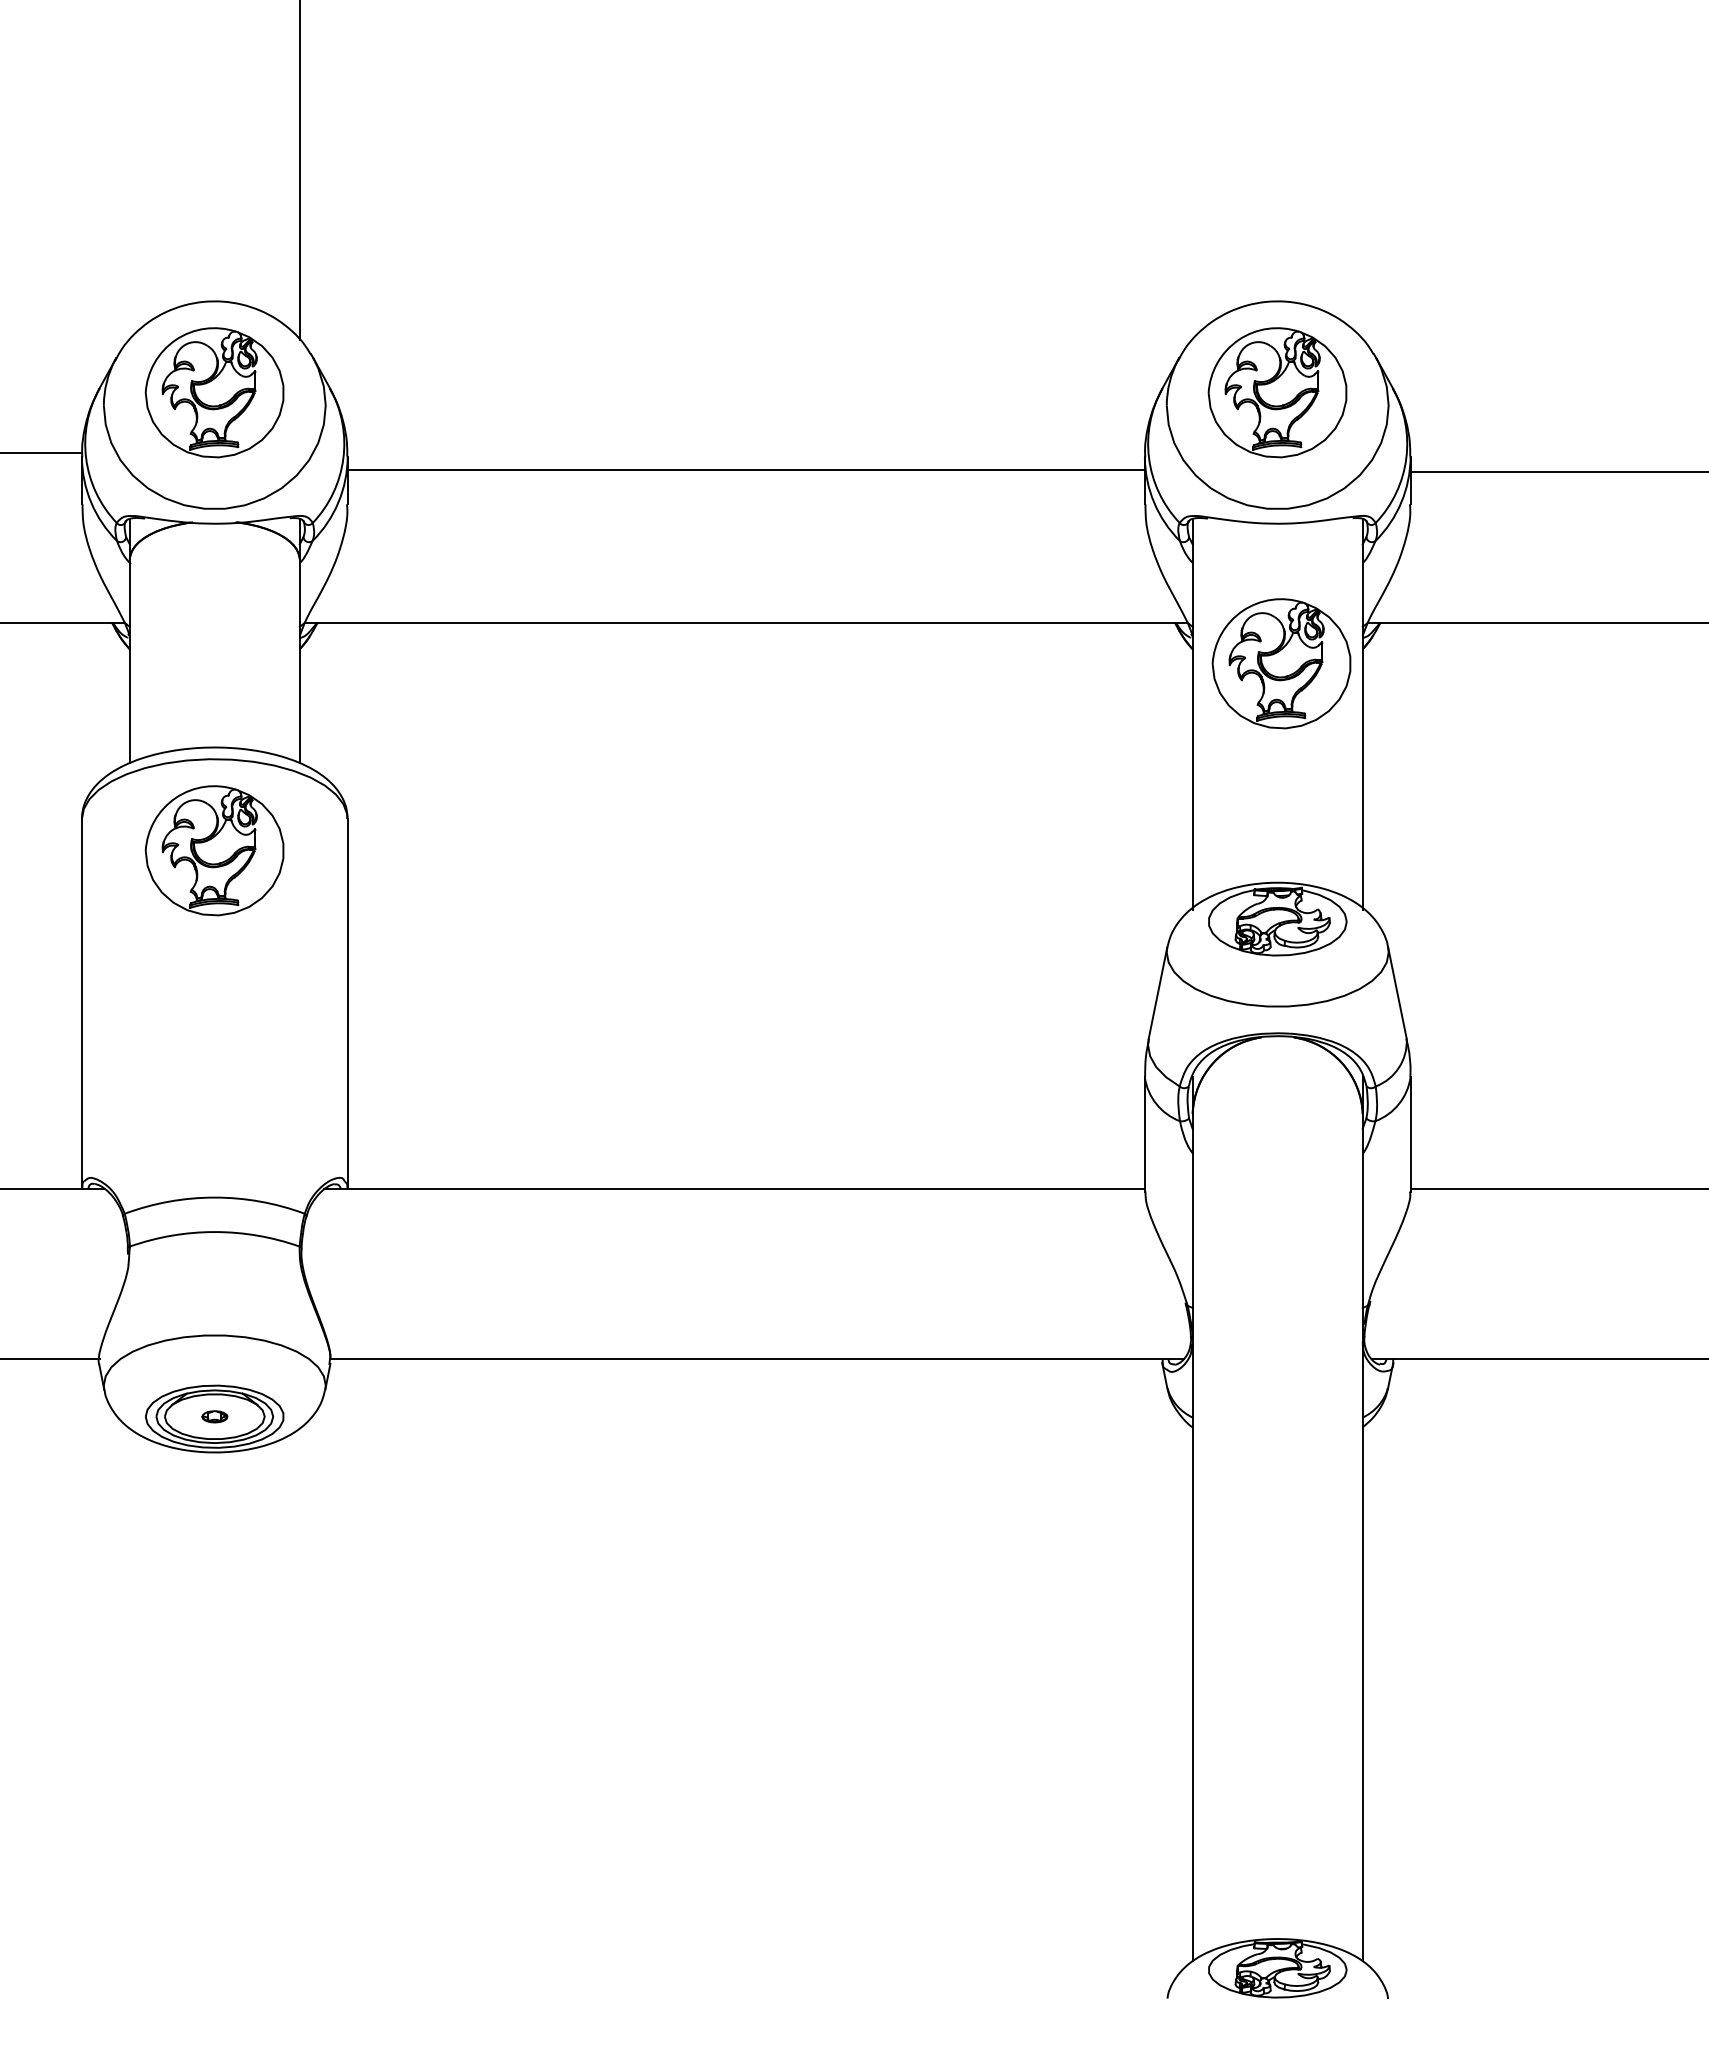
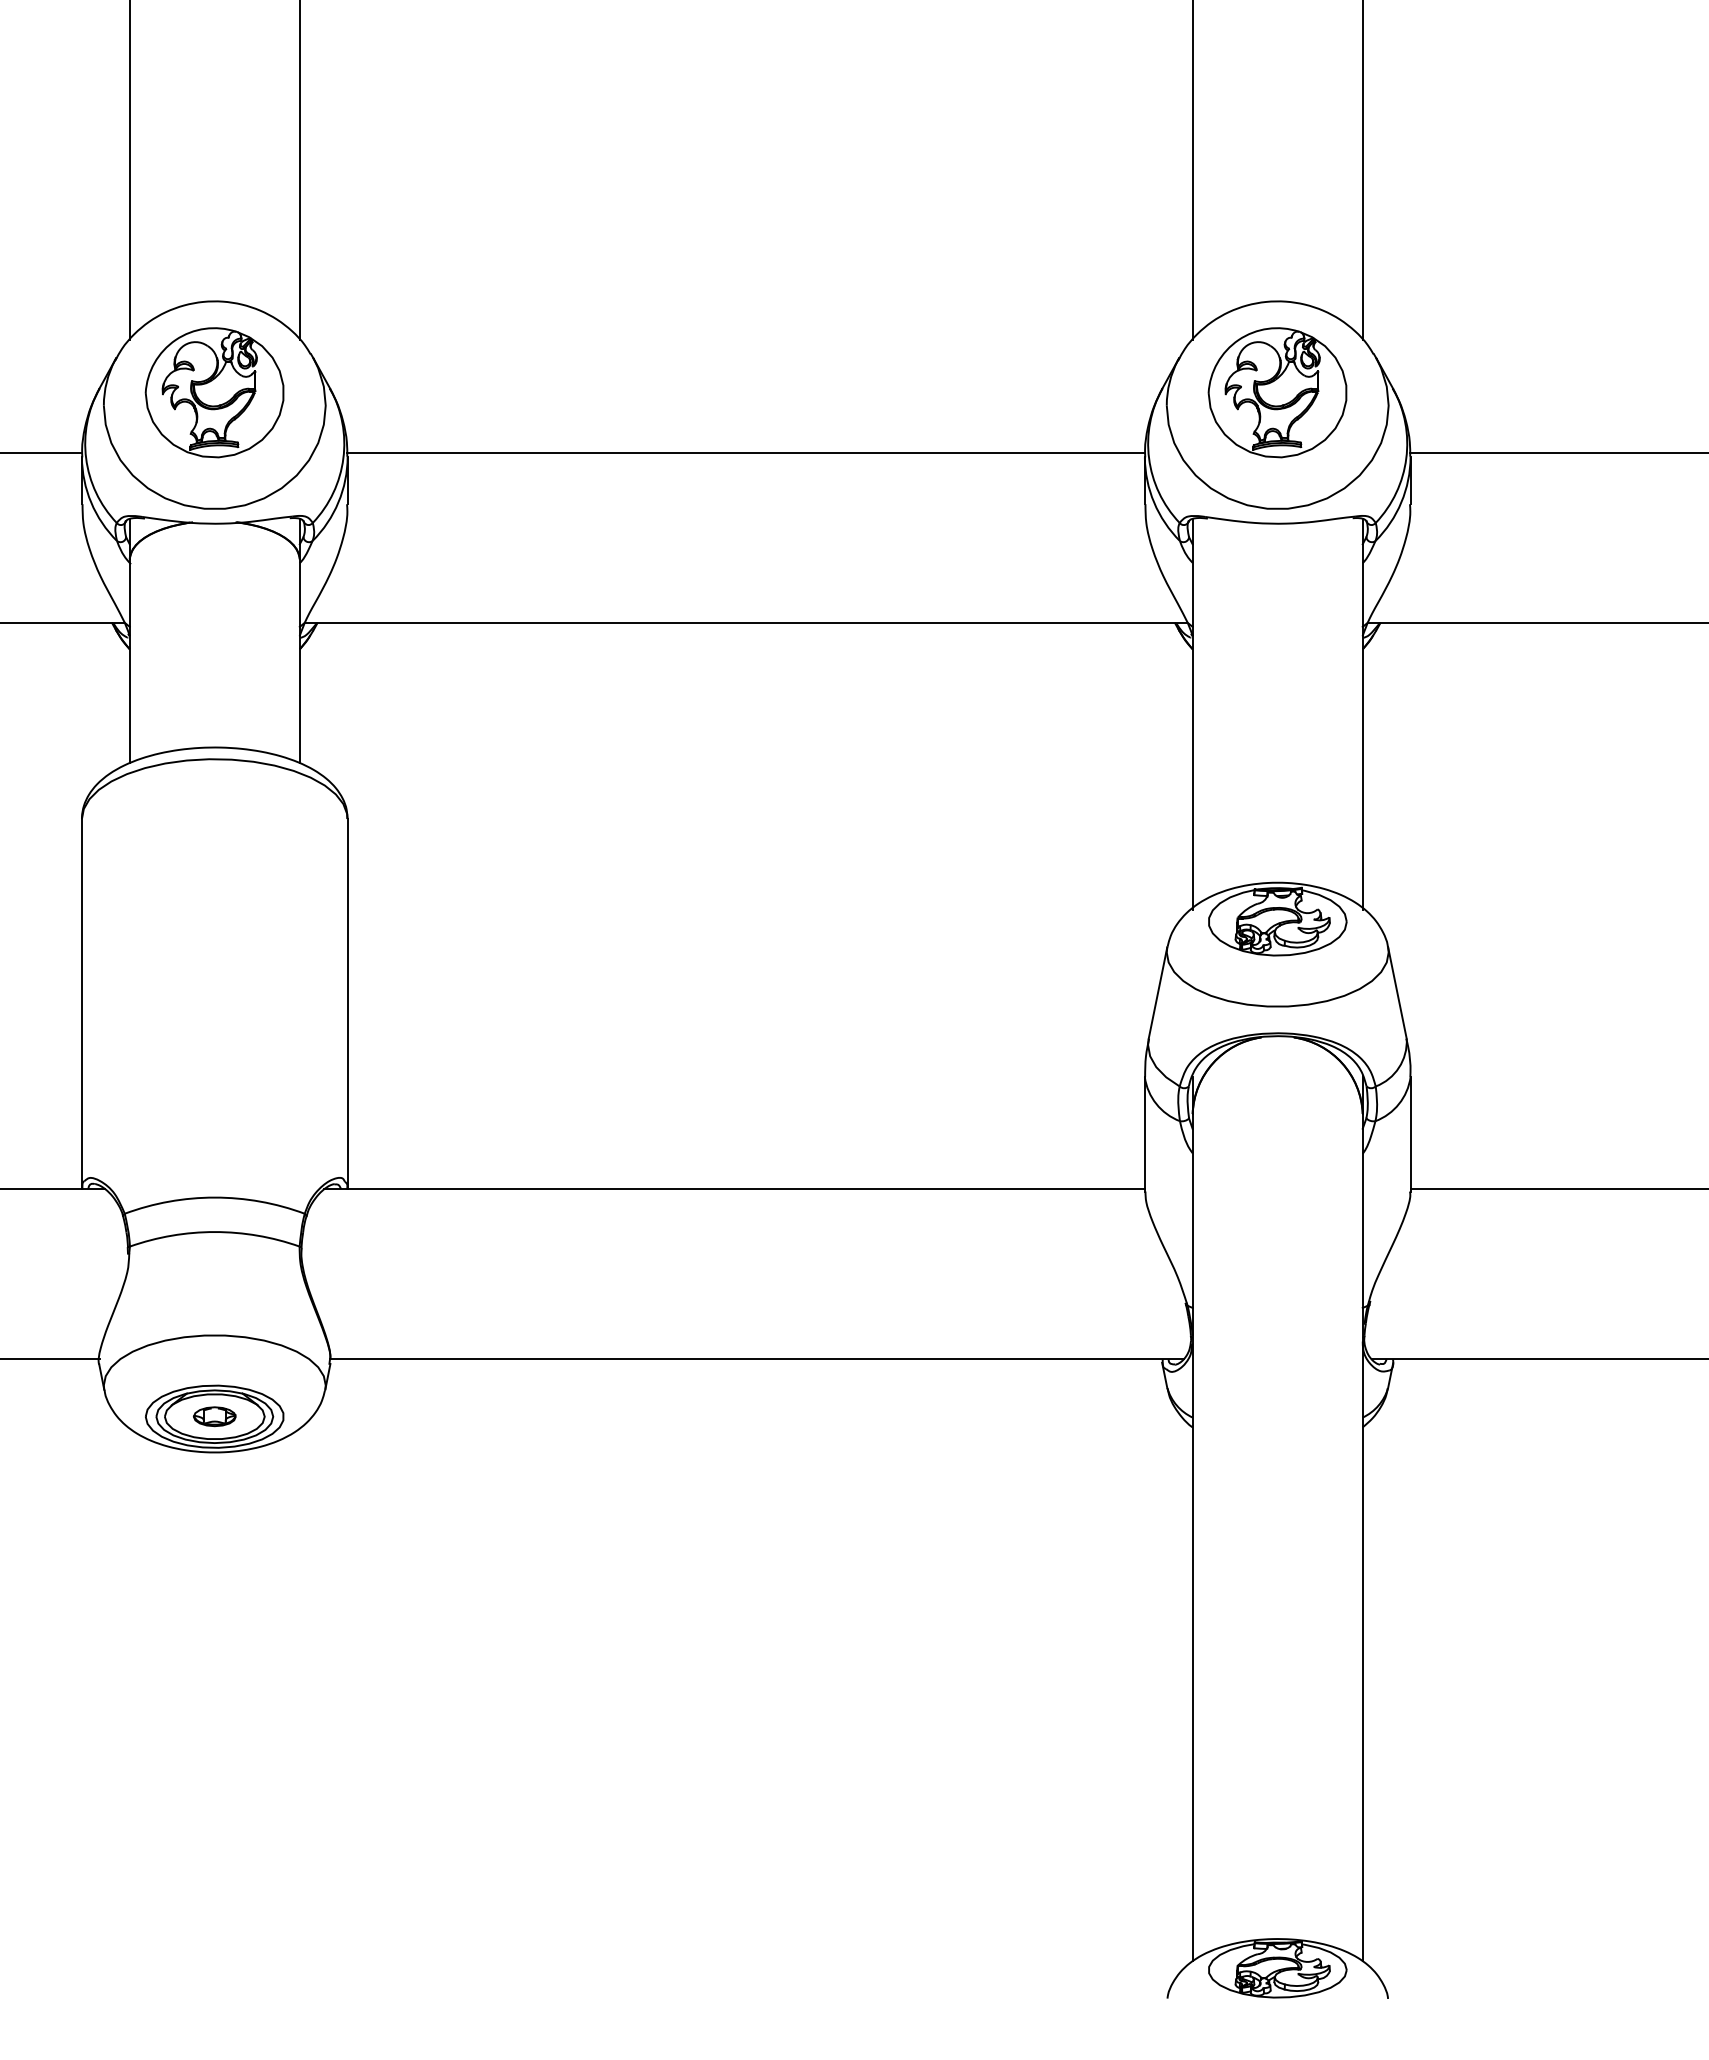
line at (129, 171): none -> present
line at (1192, 171): none -> present
line at (1362, 171): none -> present
line at (746, 470) position: (746, 470) -> (746, 453)
line at (1557, 472) position: (1557, 472) -> (1557, 453)
part at (1281, 663): present -> none
part at (214, 850): present -> none
part at (214, 1416) size: 28x14 px -> 44x22 px
